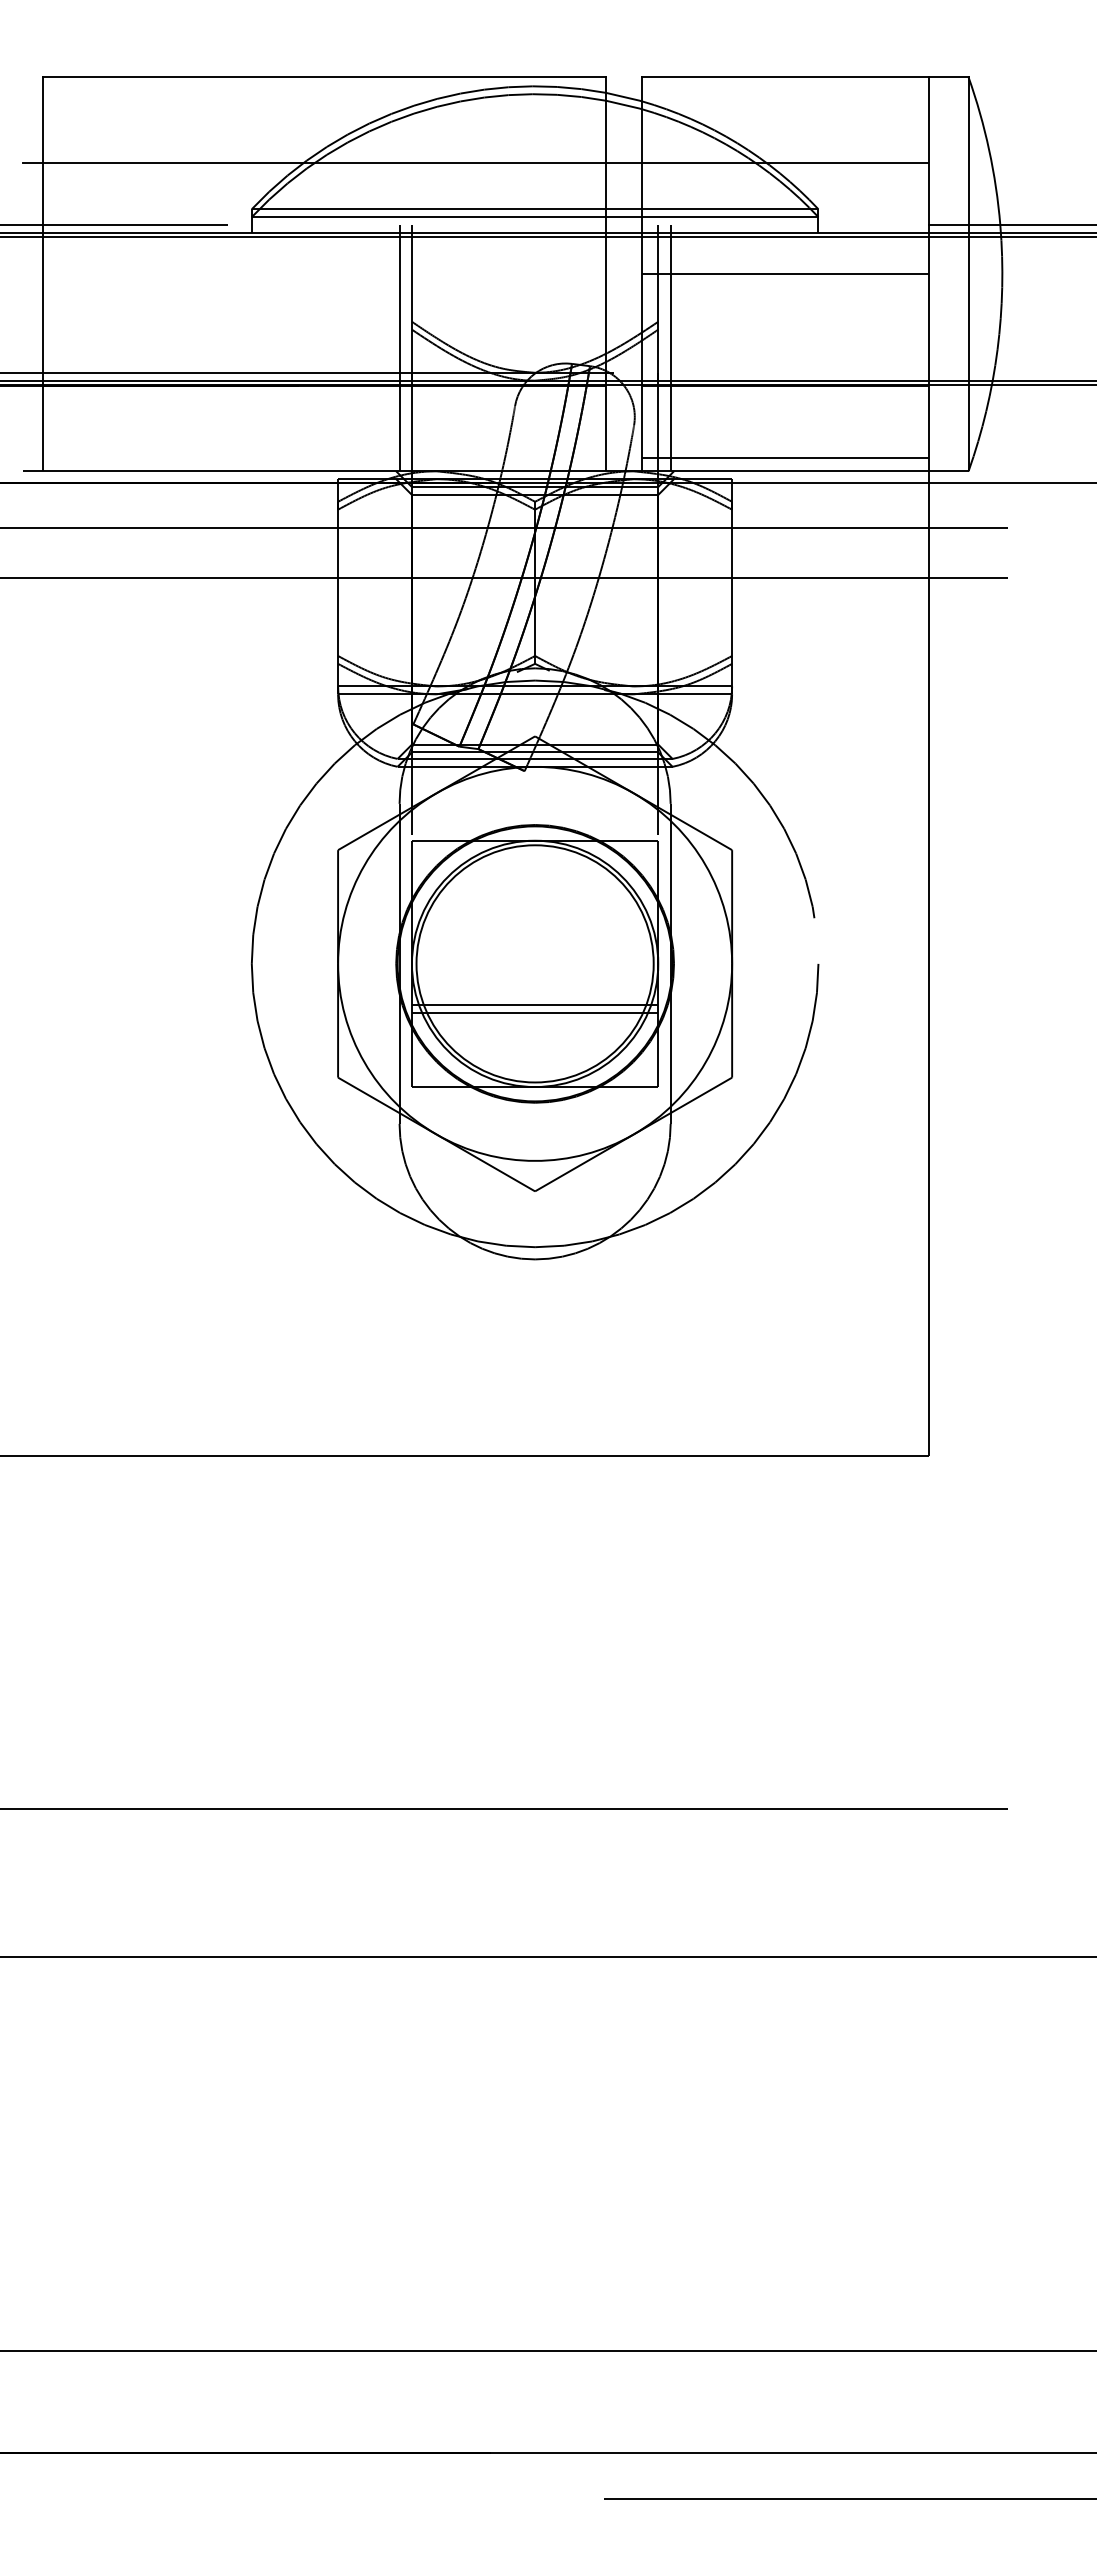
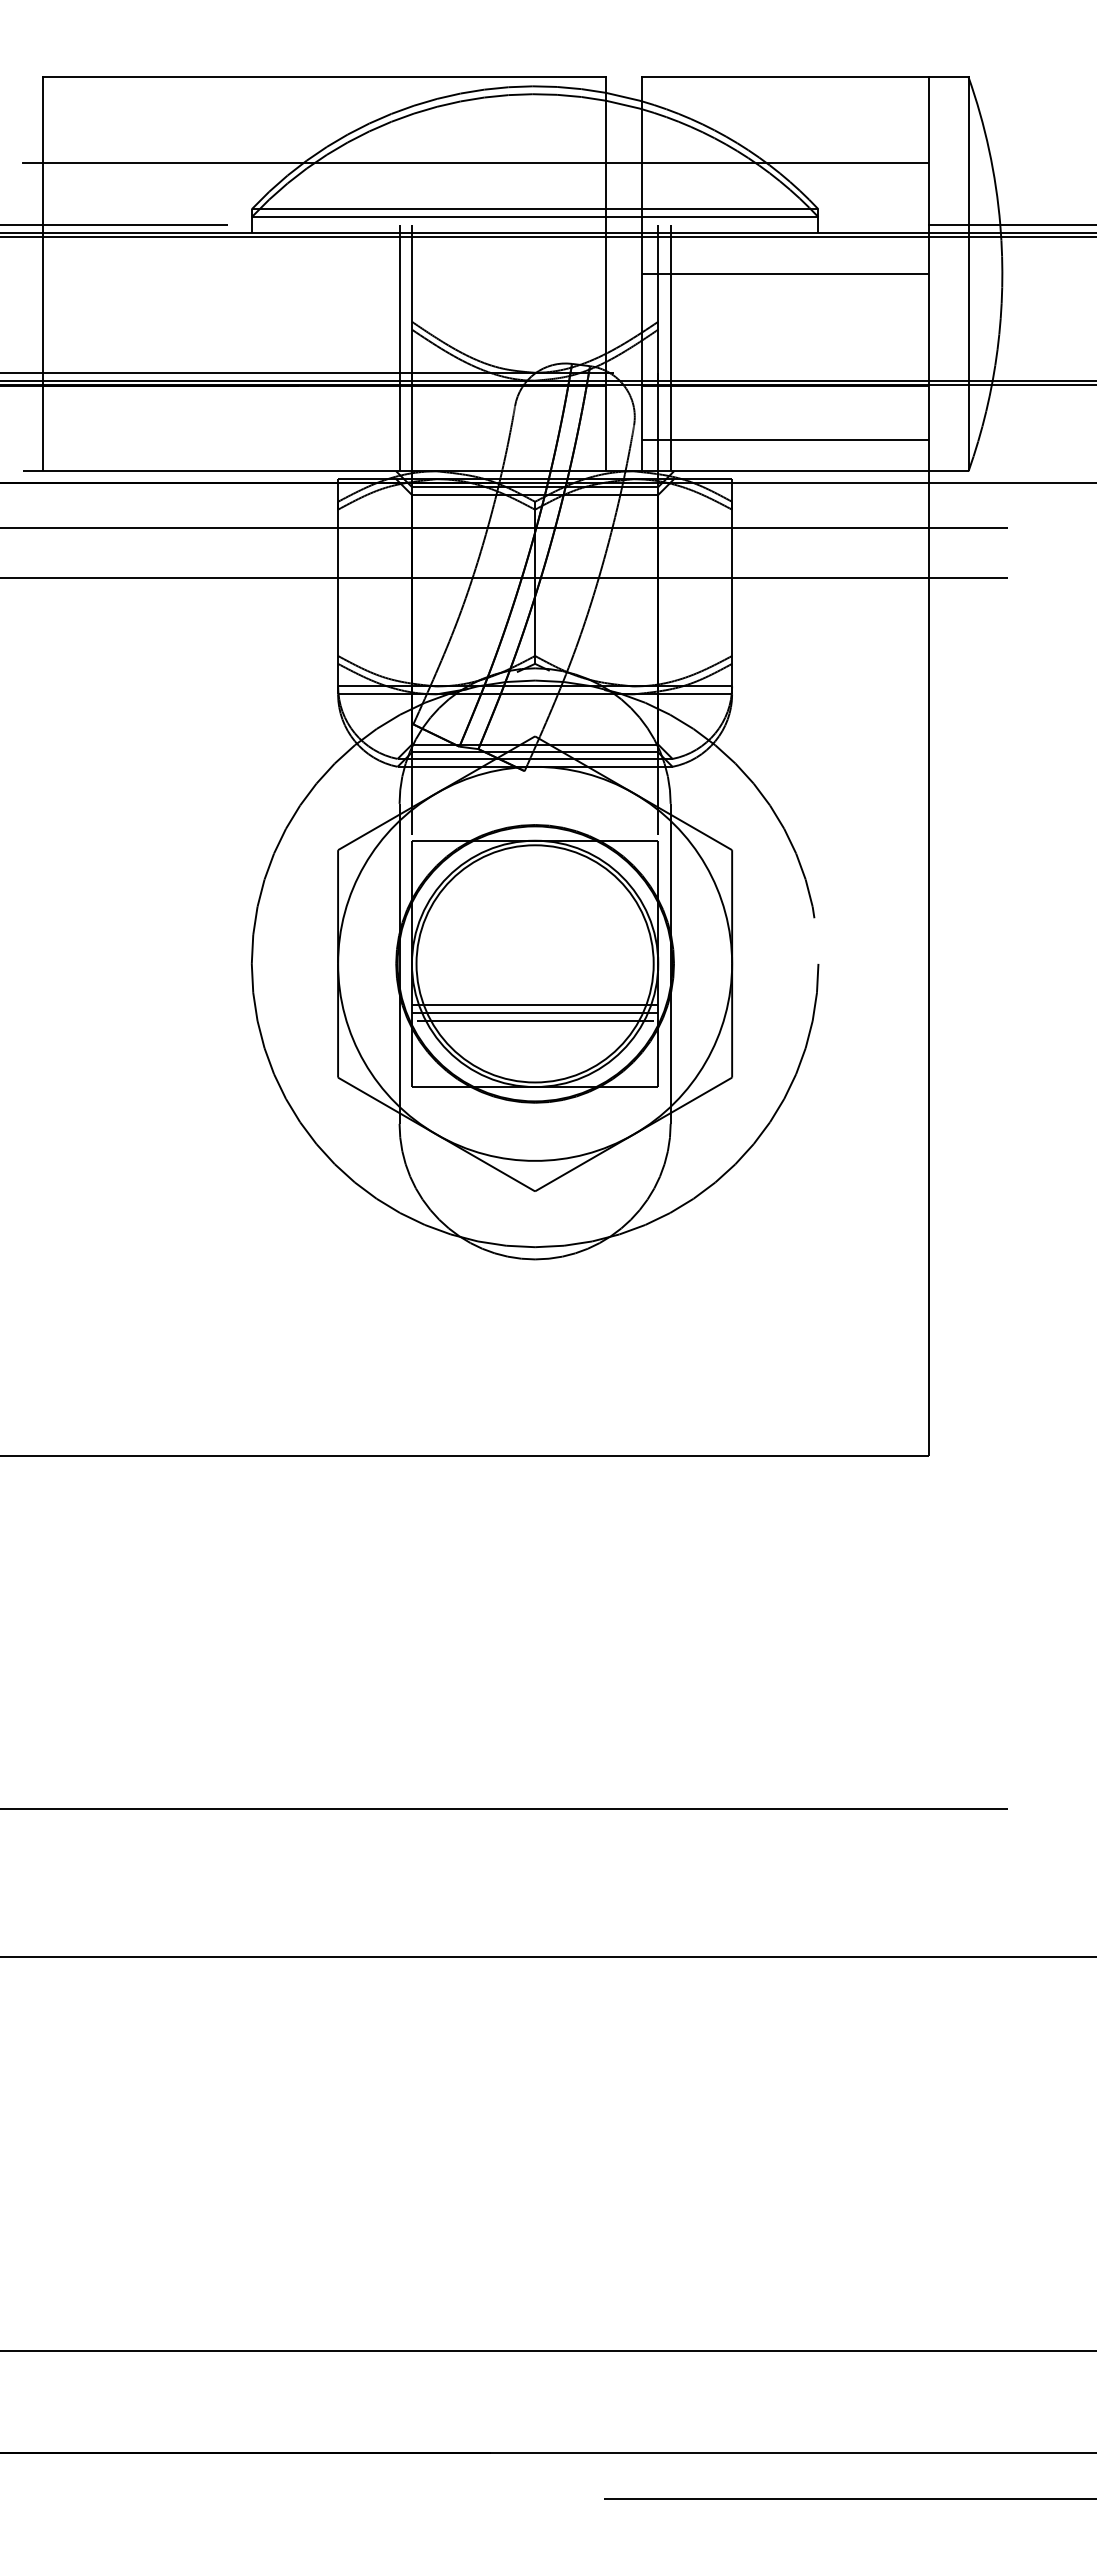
line at (785, 458) position: (785, 458) -> (785, 440)
line at (534, 1021): none -> present
